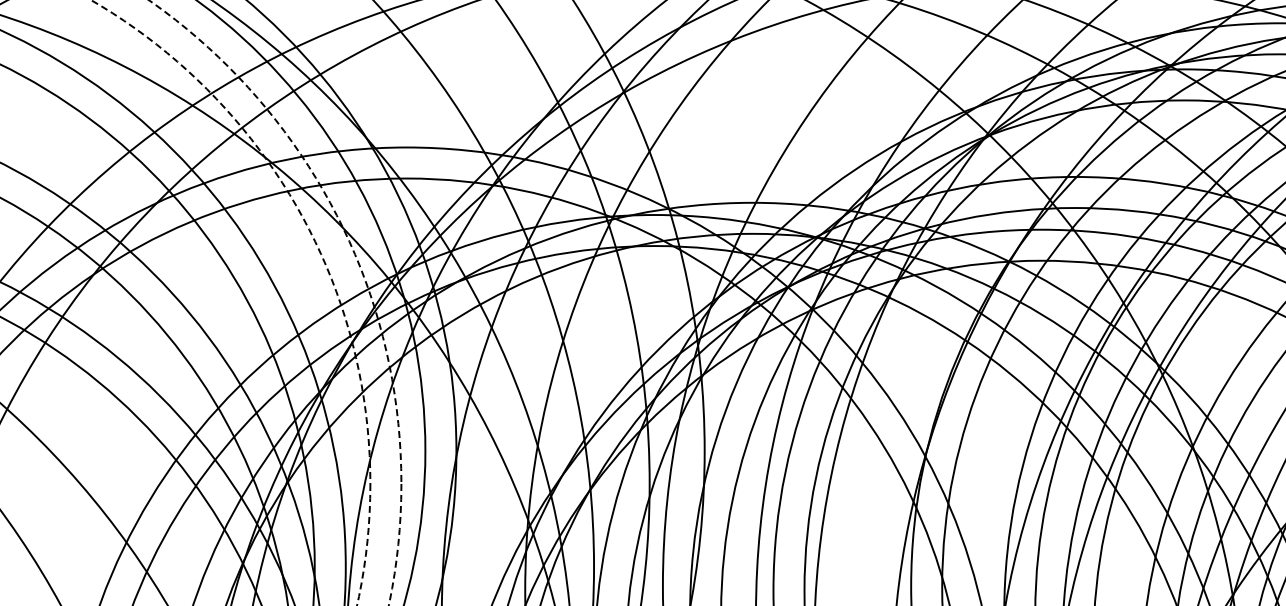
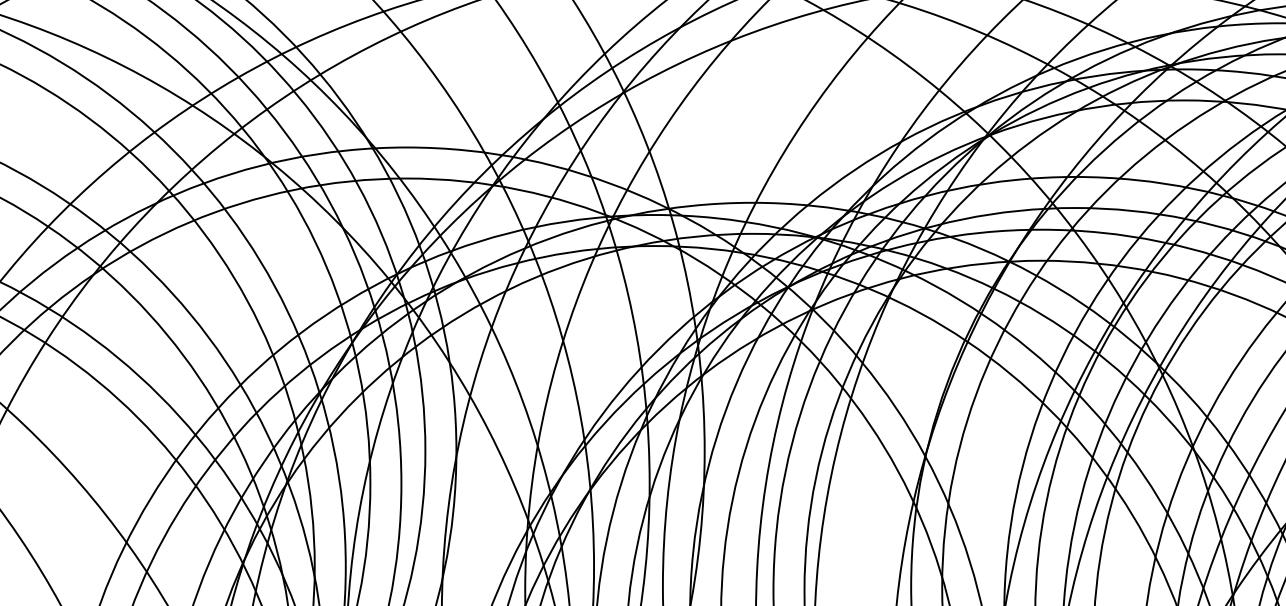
circle at (230, 302): dashed -> solid
circle at (275, 302): dashed -> solid
